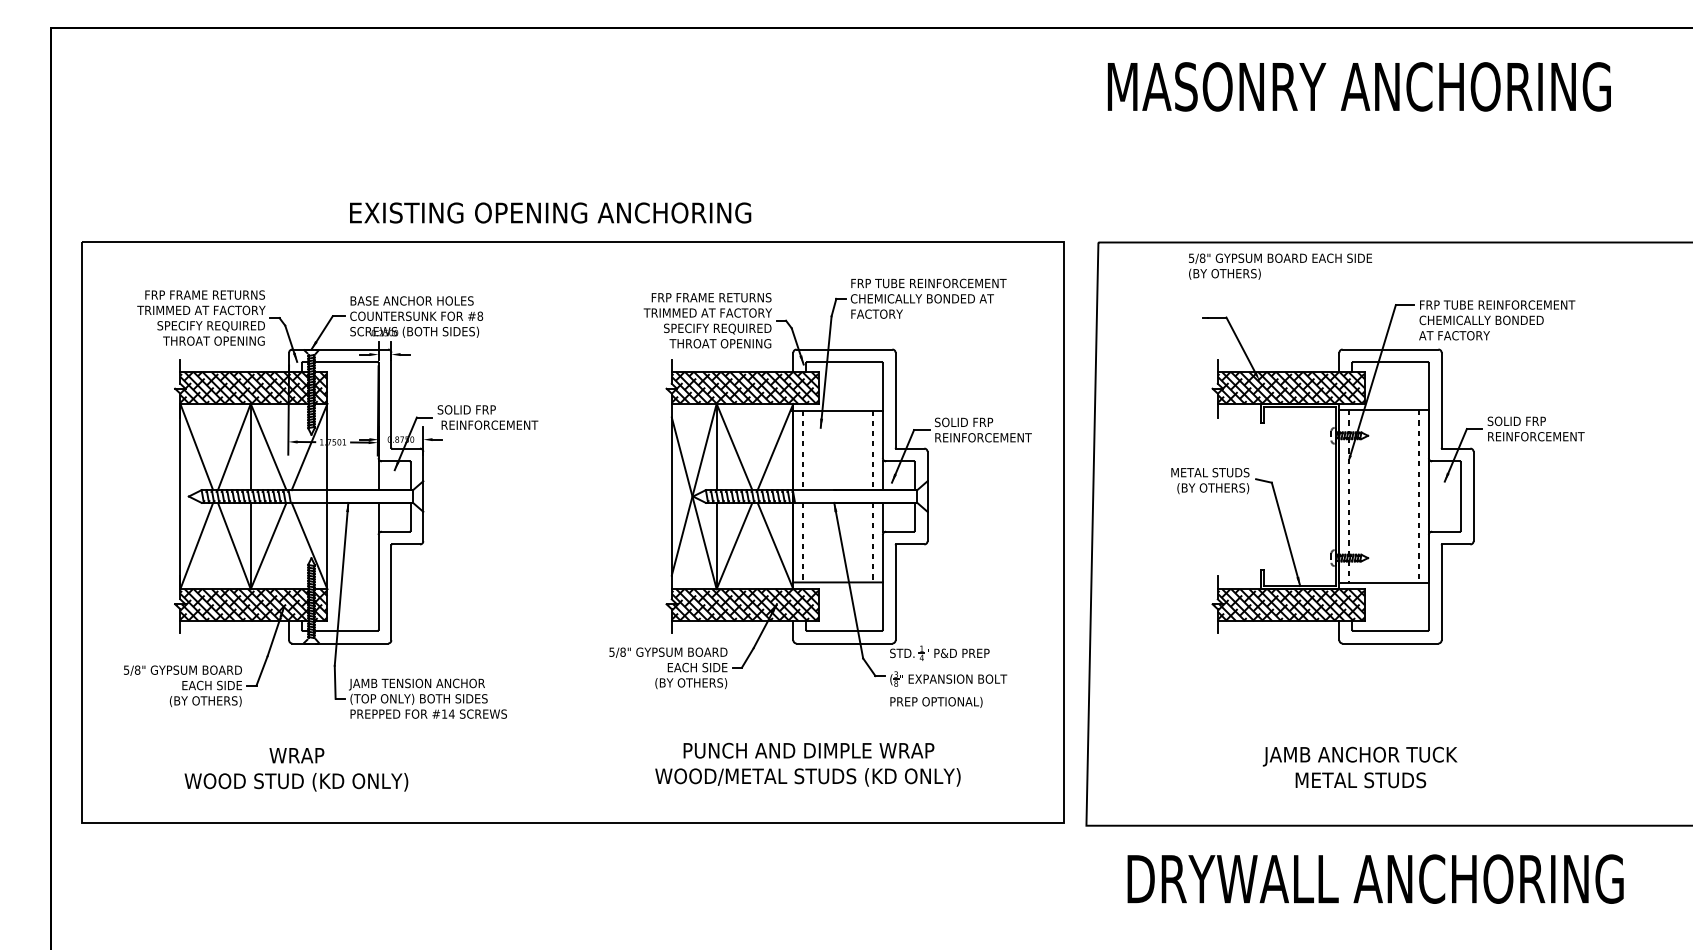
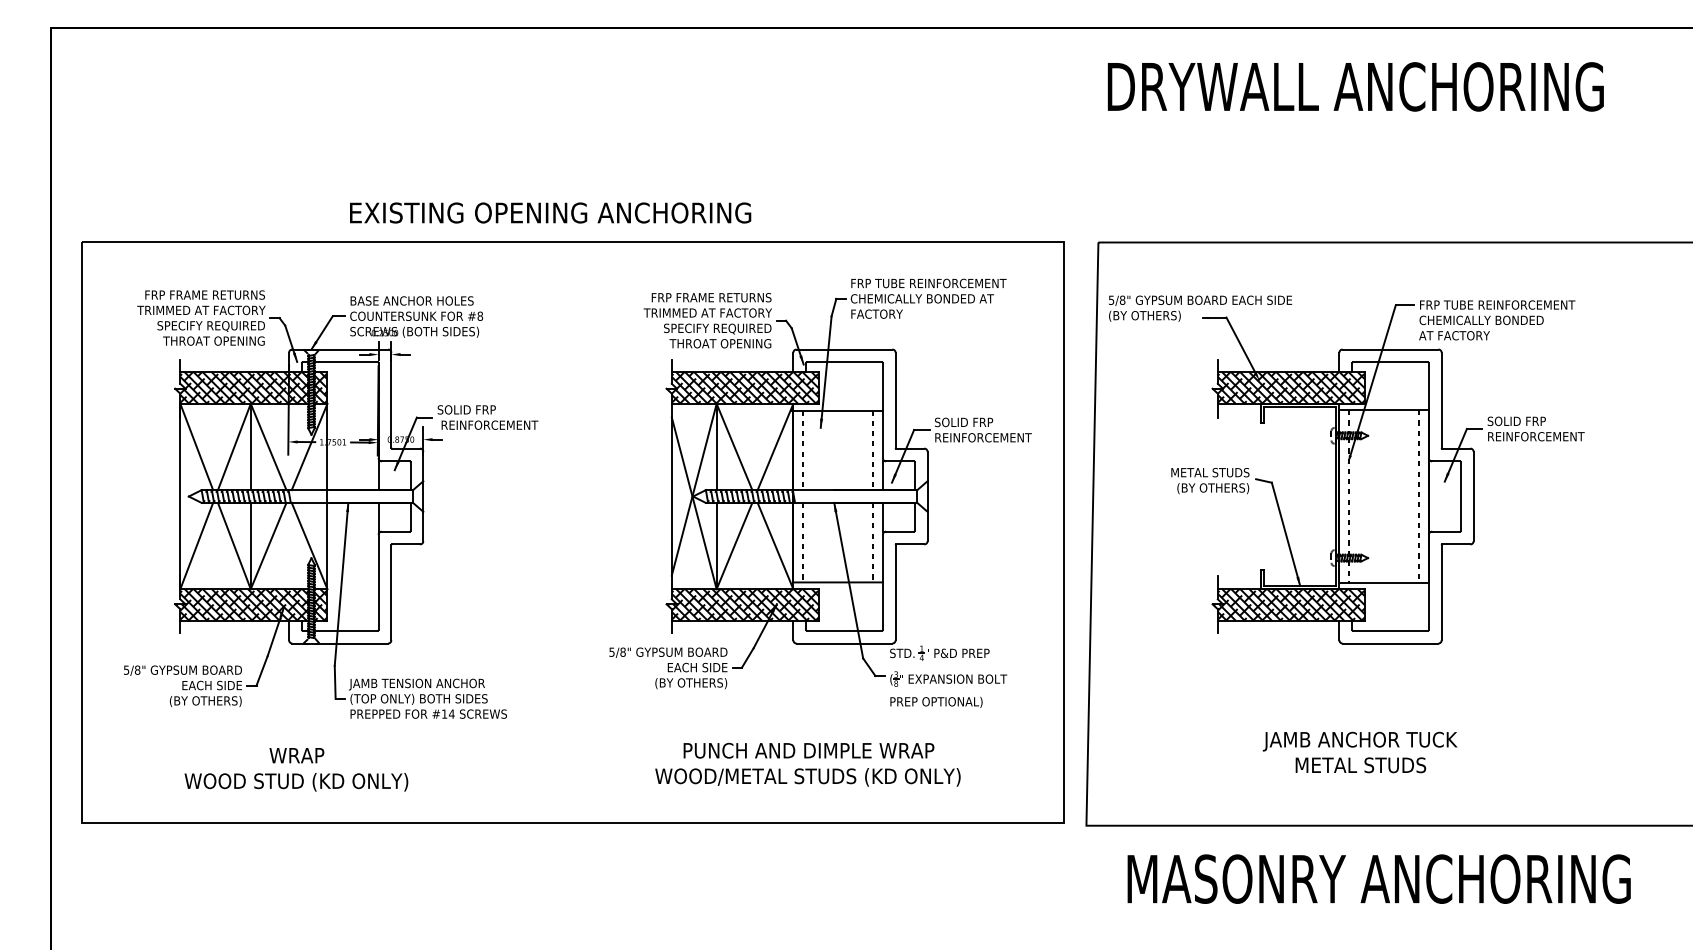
text at (1361, 86): MASONRY ANCHORING -> DRYWALL ANCHORING
text at (1280, 266) position: (1280, 266) -> (1200, 308)
text at (1359, 767) position: (1359, 767) -> (1359, 752)
text at (1381, 878): DRYWALL ANCHORING -> MASONRY ANCHORING
